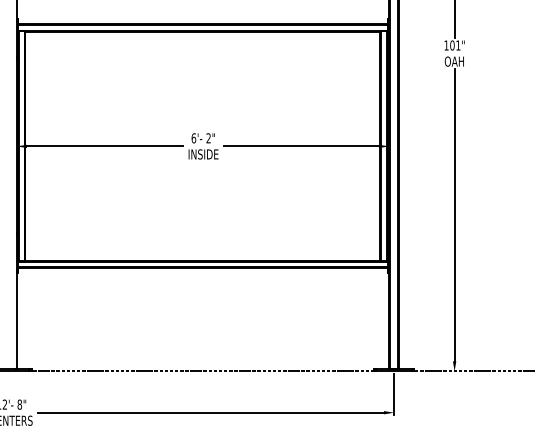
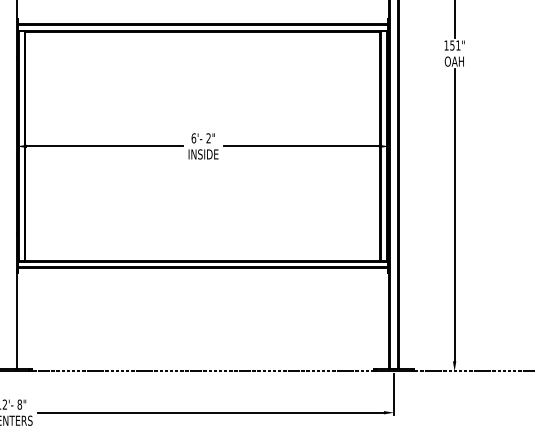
text at (452, 45): 101" -> 151"
